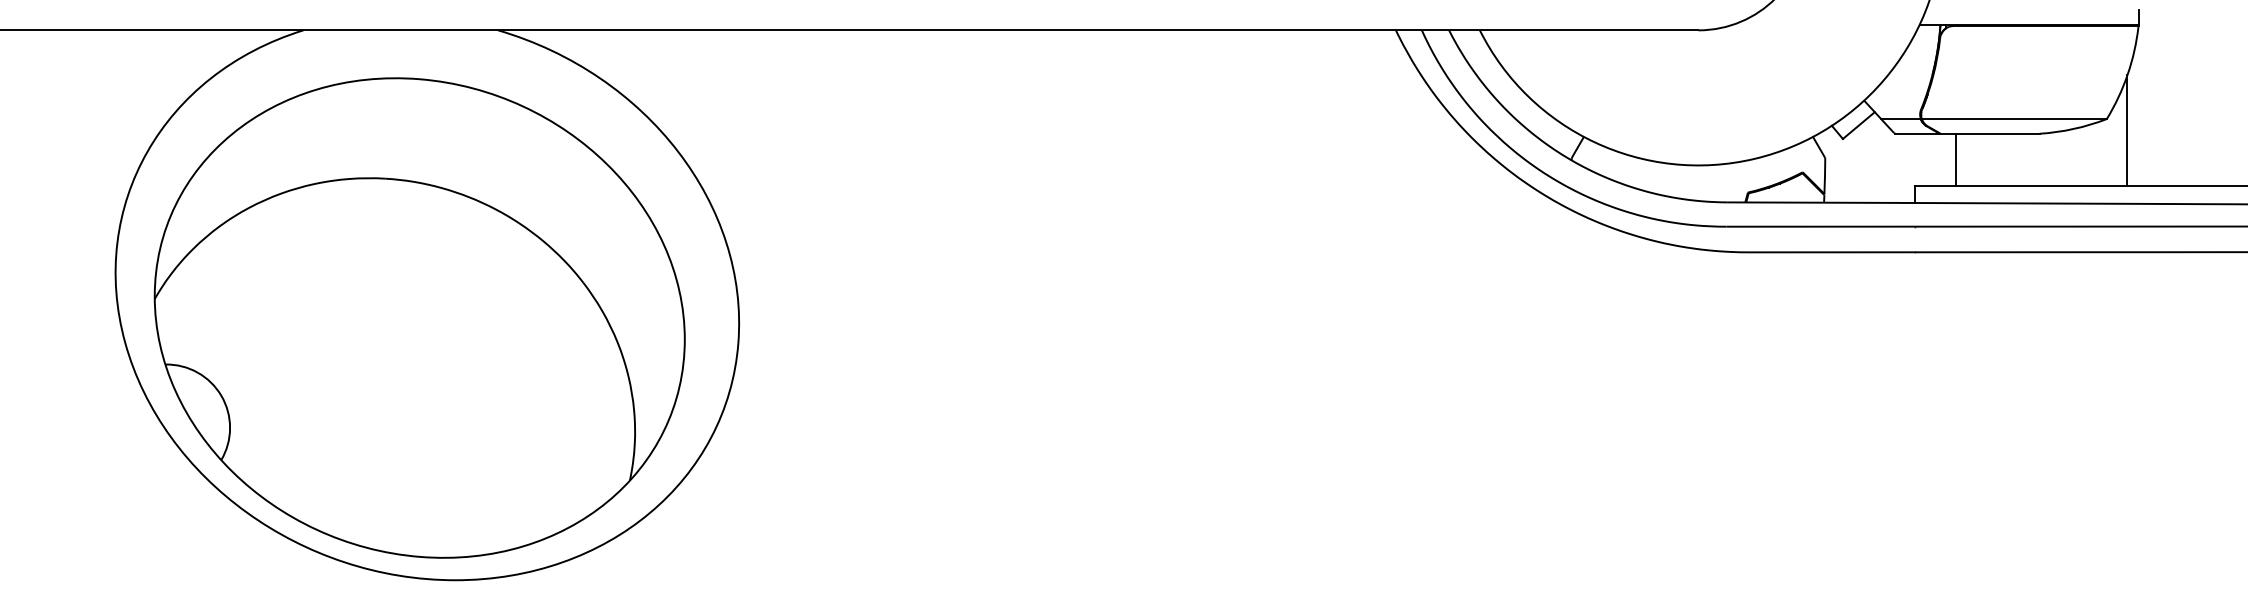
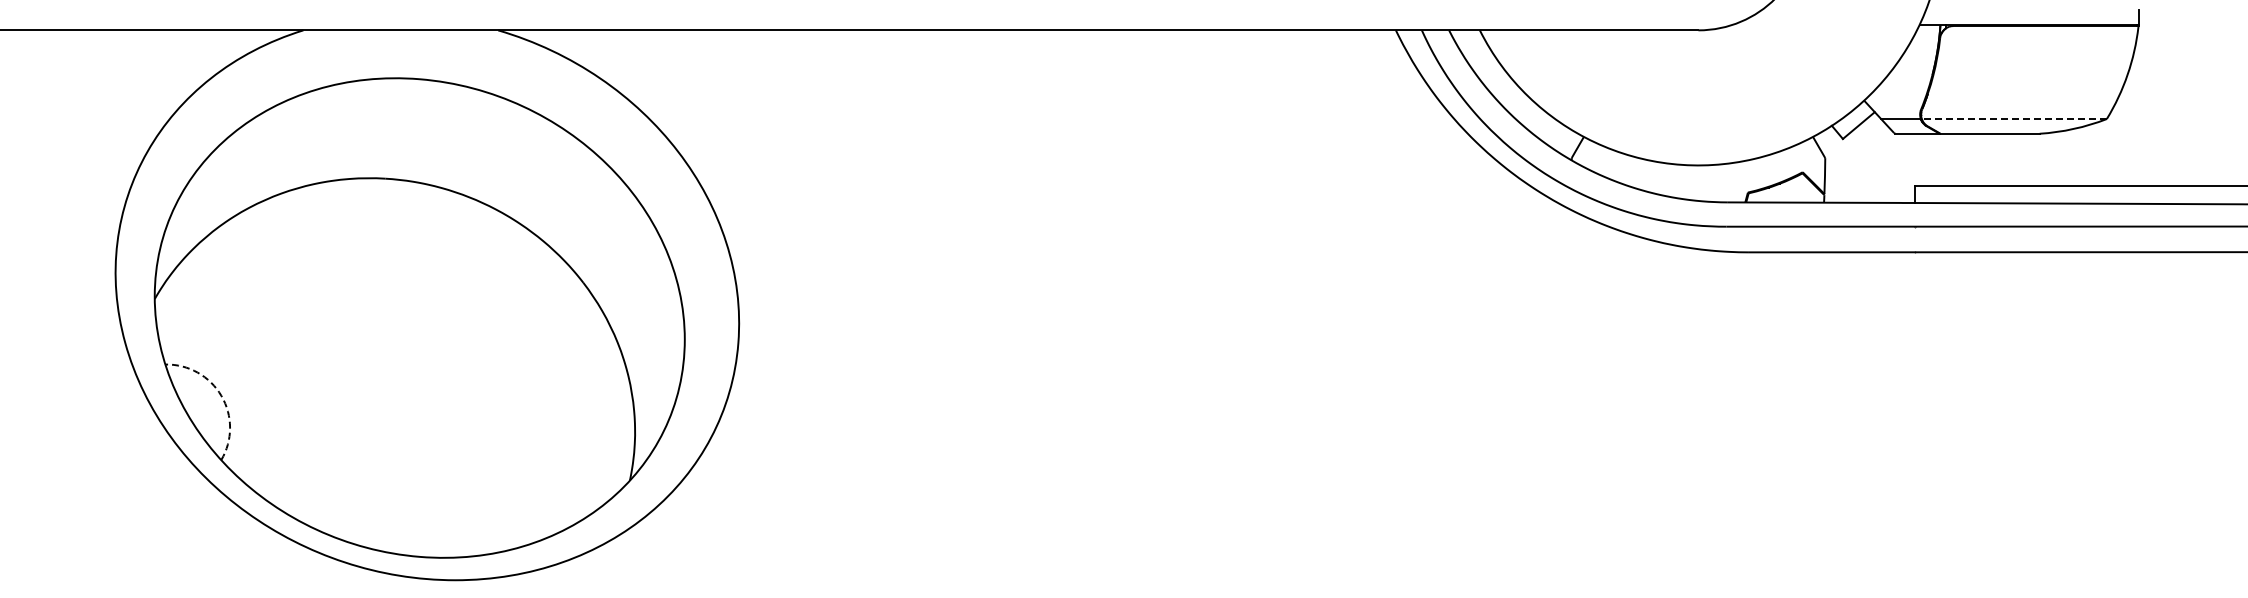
line at (2014, 119): solid -> dashed
line at (2127, 130): present -> none
line at (1955, 159): present -> none
arc at (221, 395): solid -> dashed
